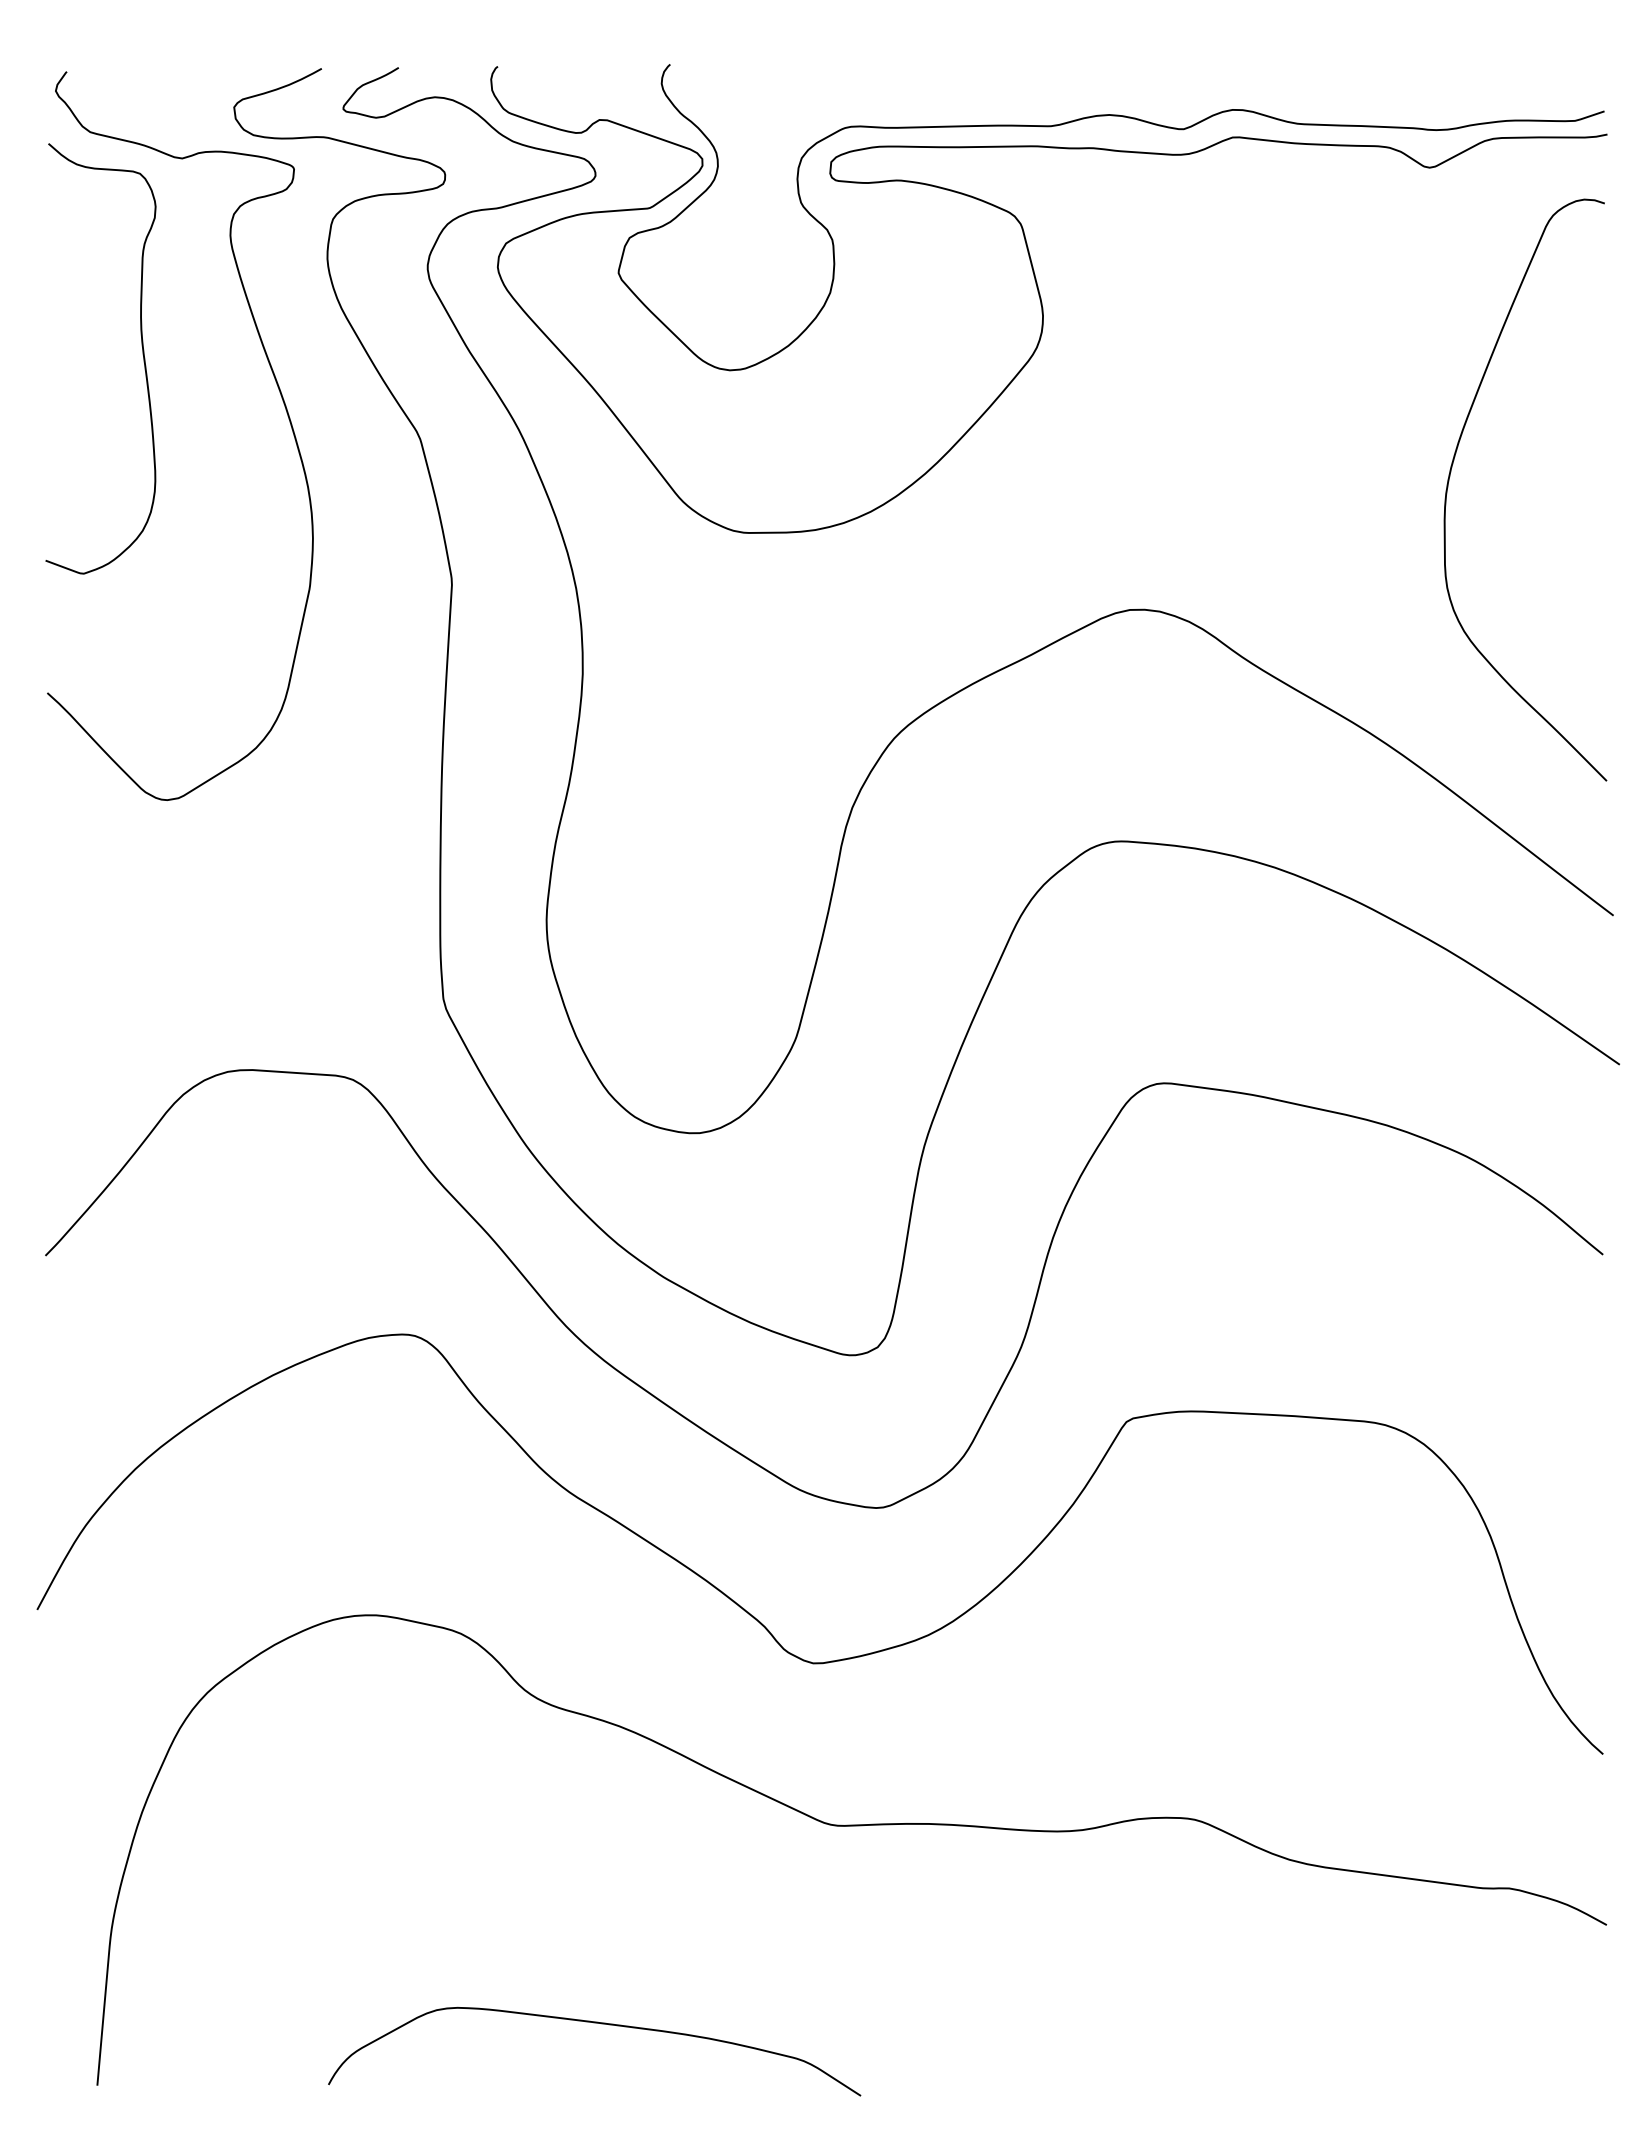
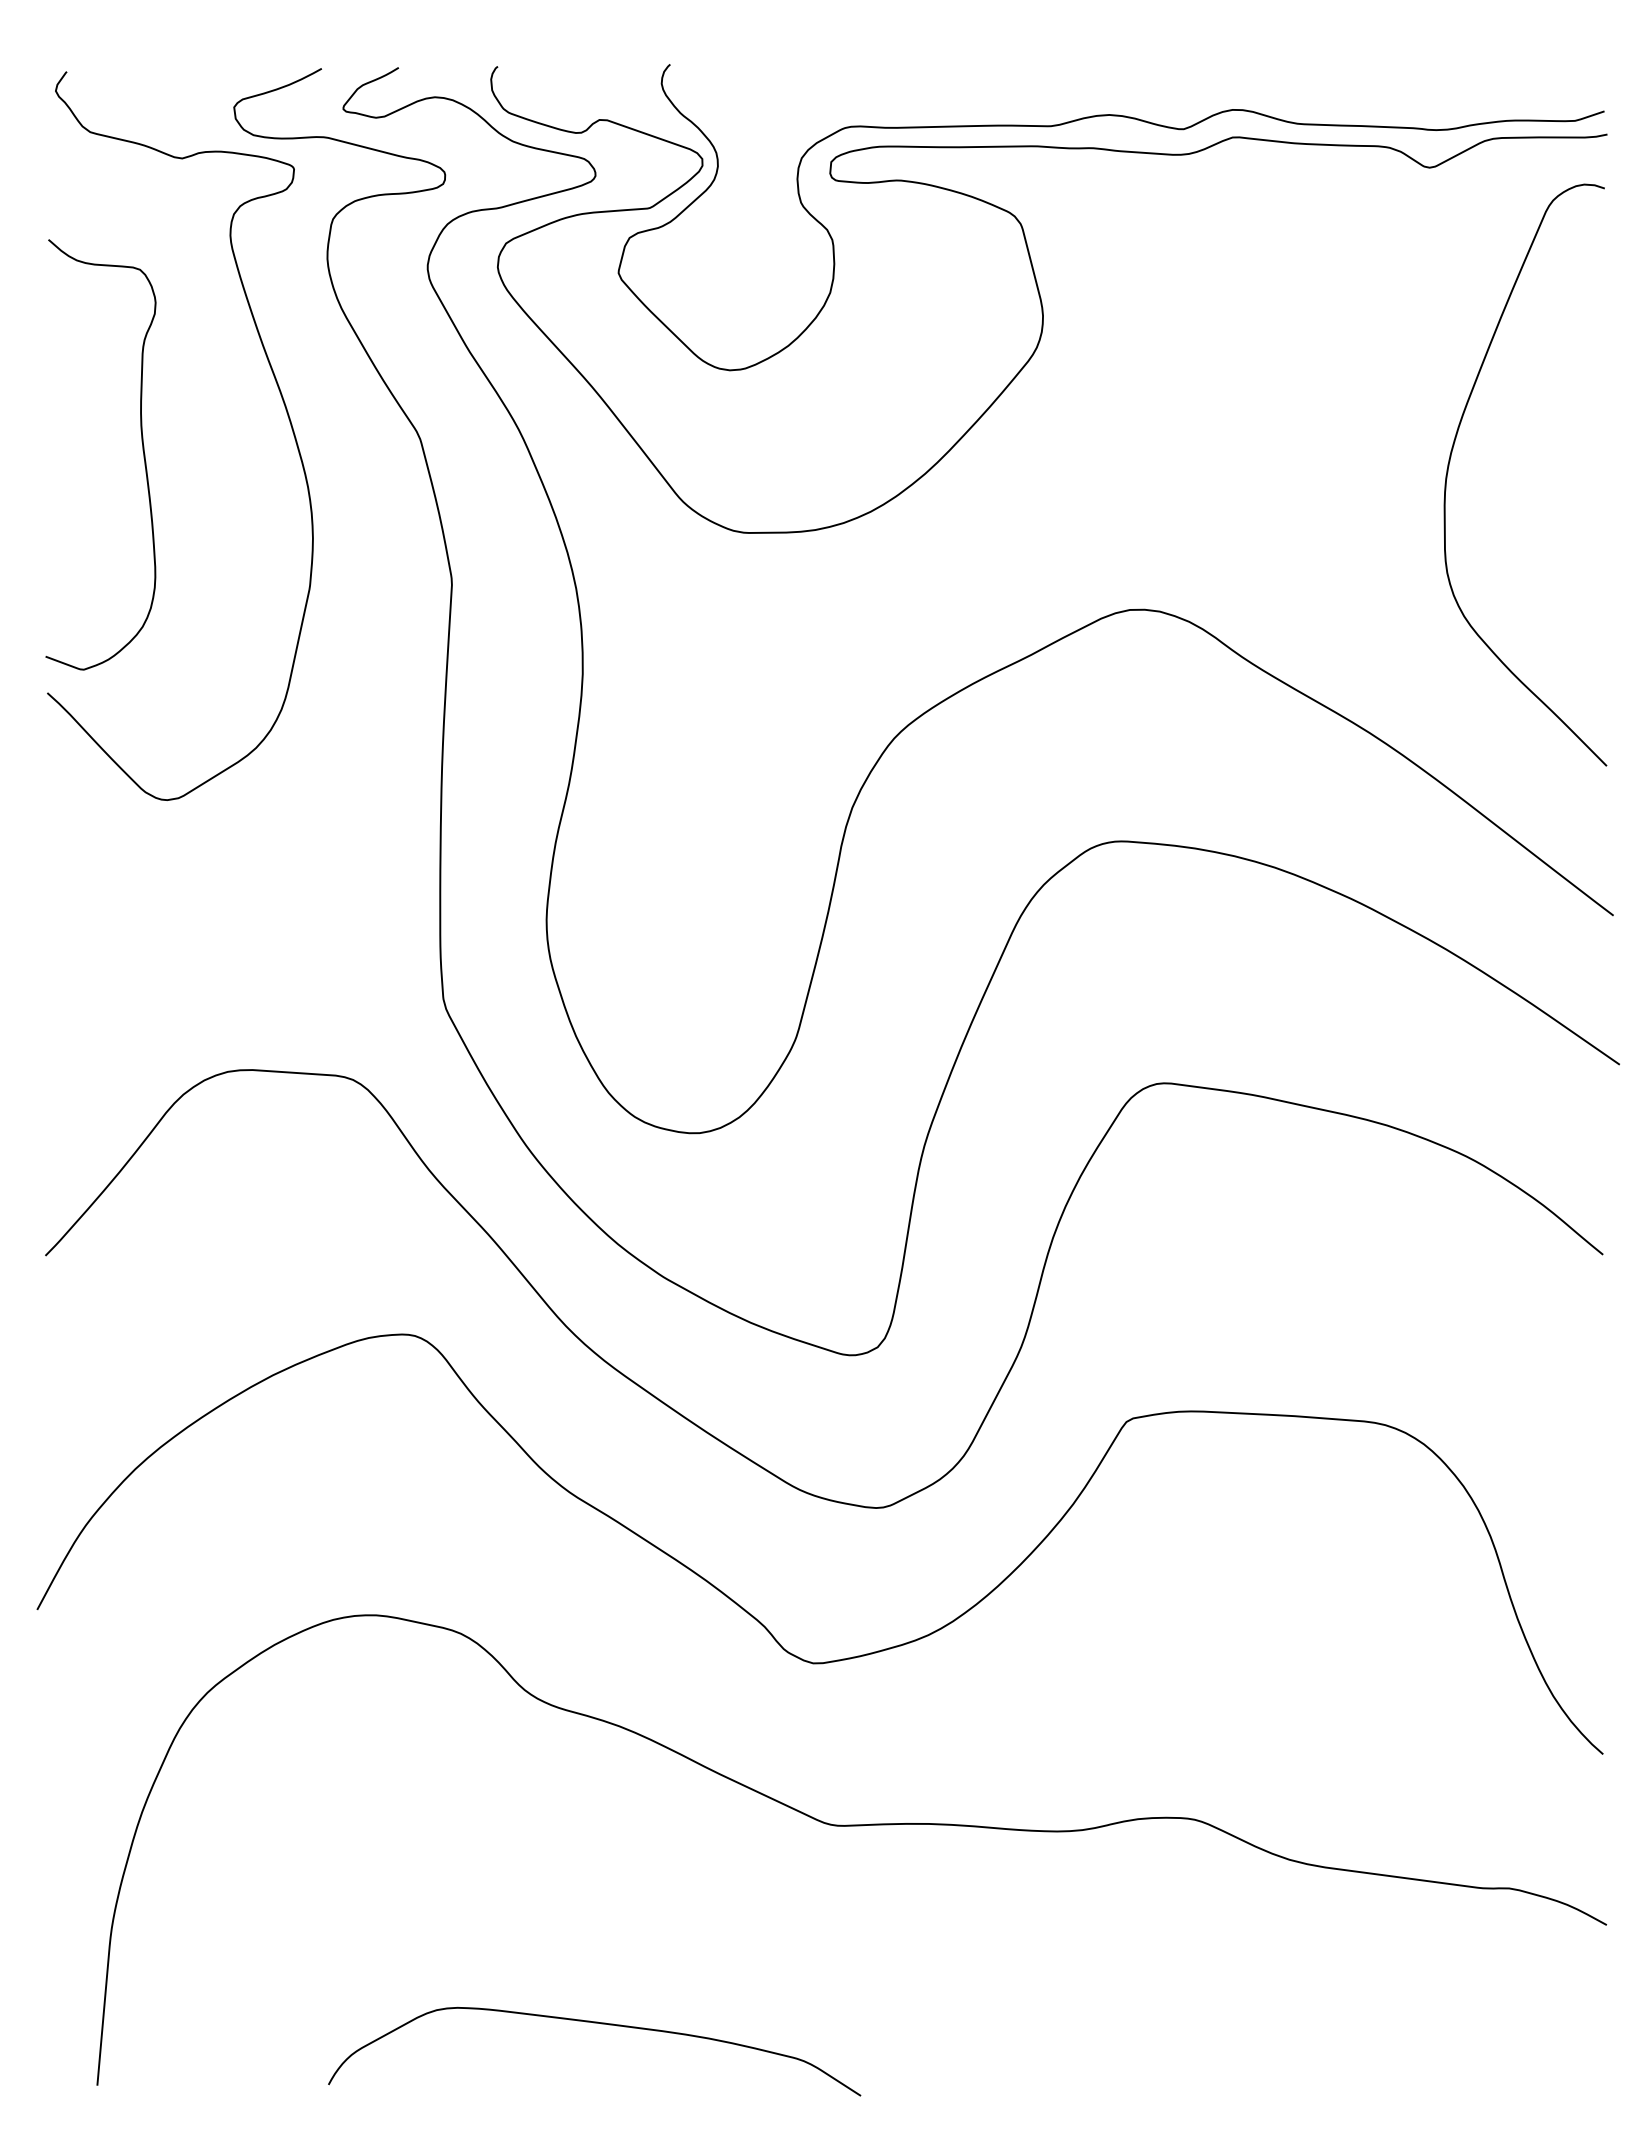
curve at (142, 354) position: (142, 354) -> (142, 450)
curve at (1451, 472) position: (1451, 472) -> (1451, 457)
